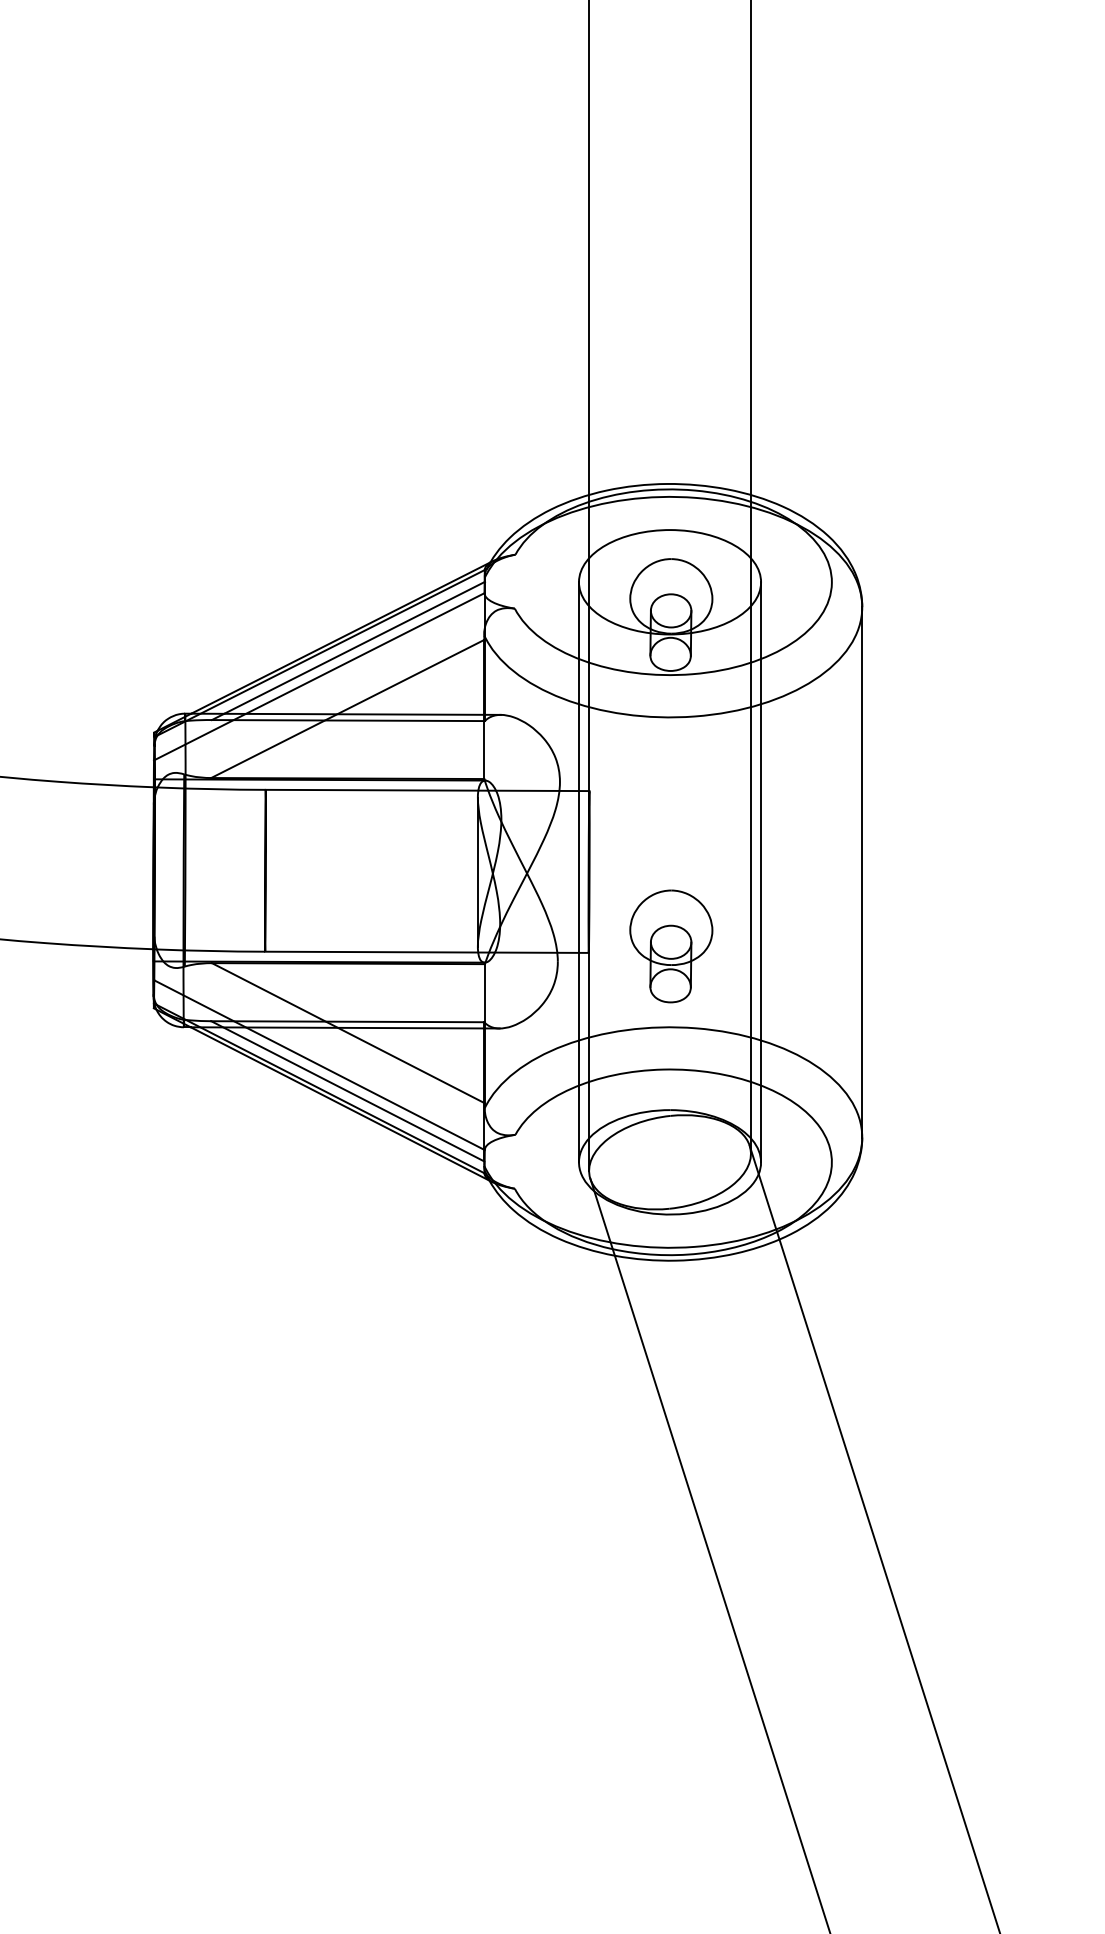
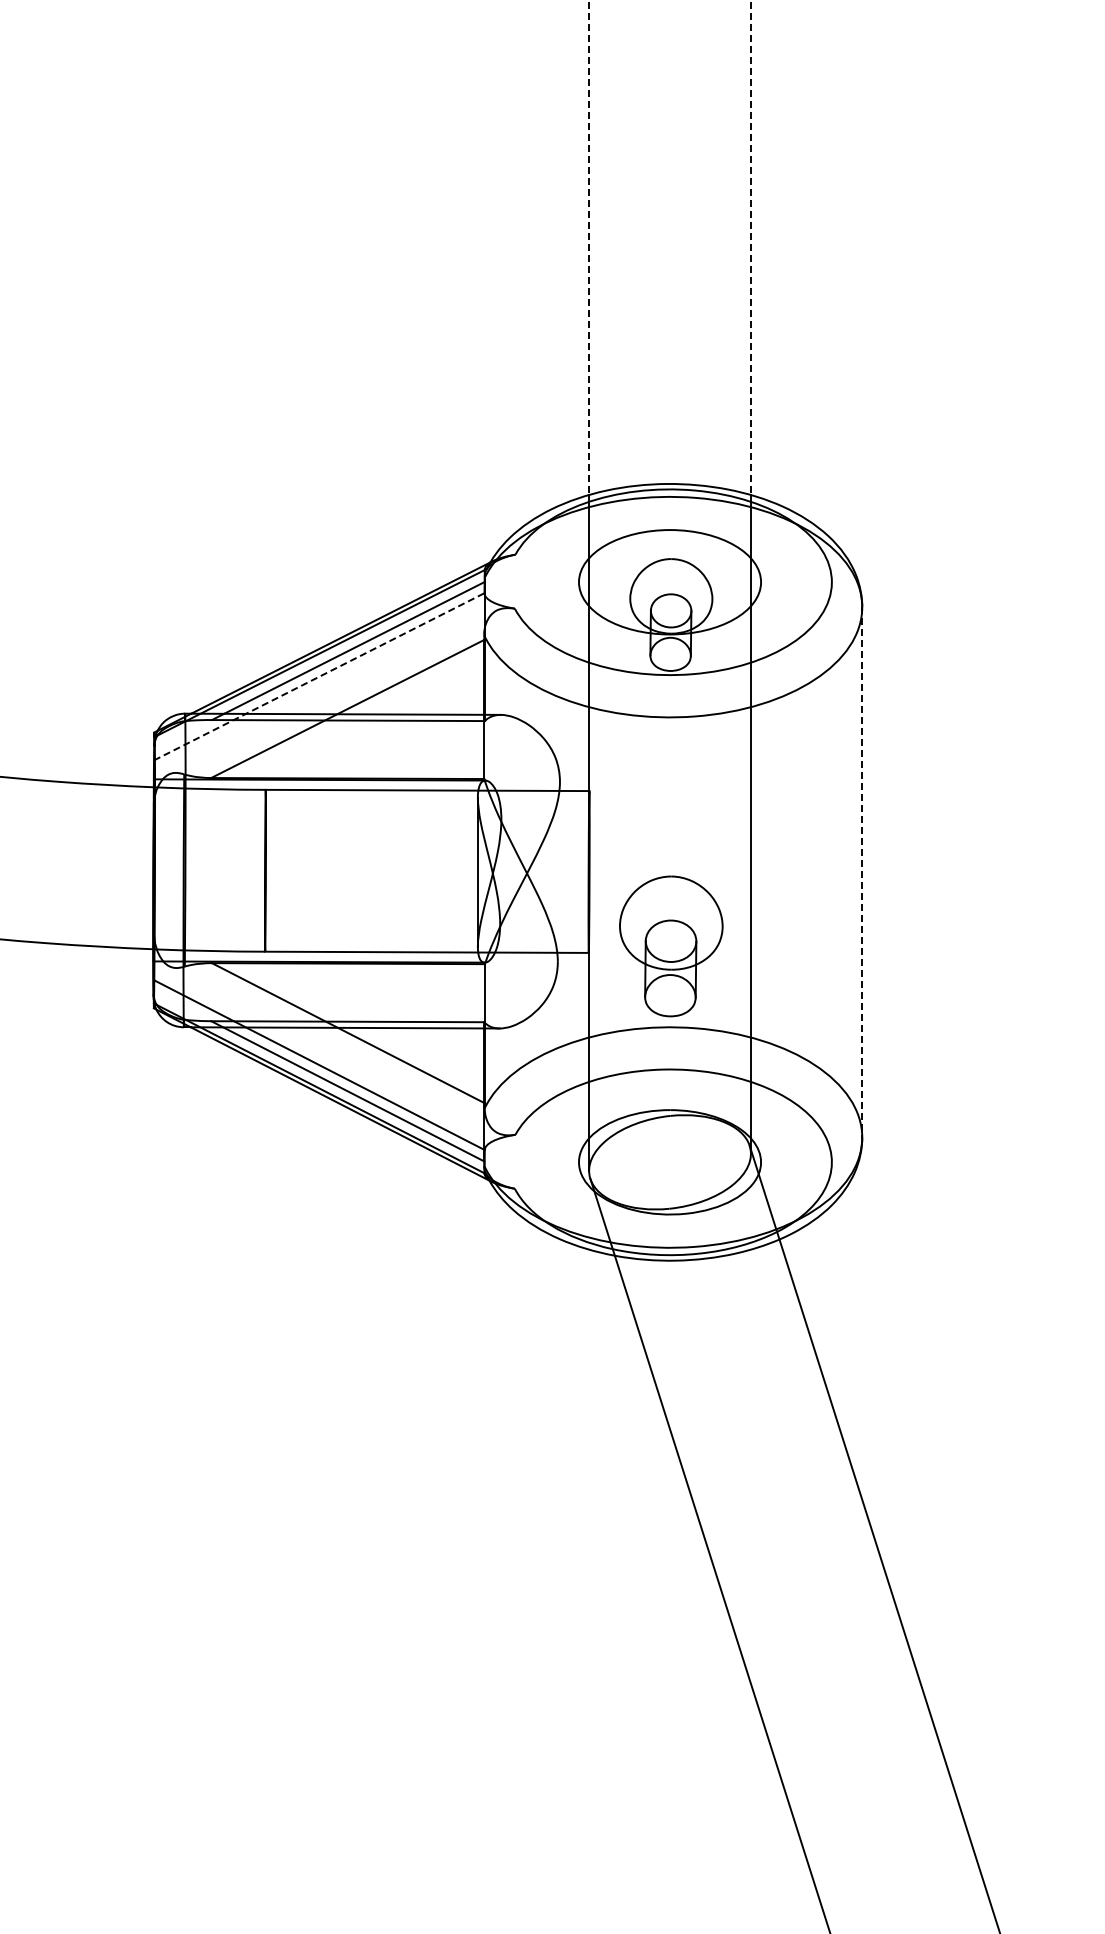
line at (589, 248): solid -> dashed
line at (750, 248): solid -> dashed
line at (319, 676): solid -> dashed
line at (578, 872): present -> none
line at (761, 872): present -> none
line at (862, 872): solid -> dashed
part at (671, 946) size: 85x115 px -> 105x143 px
